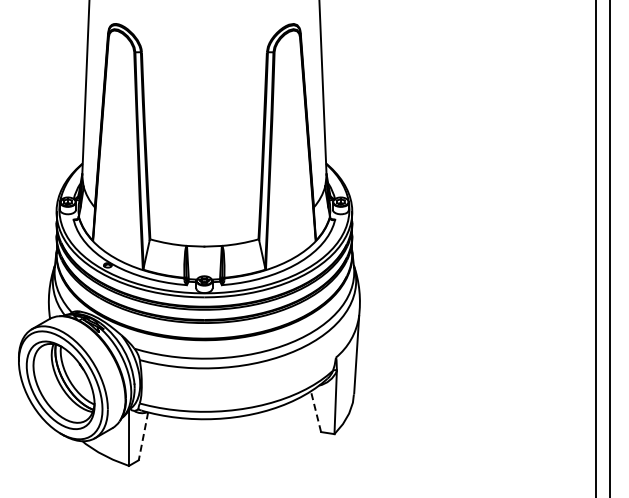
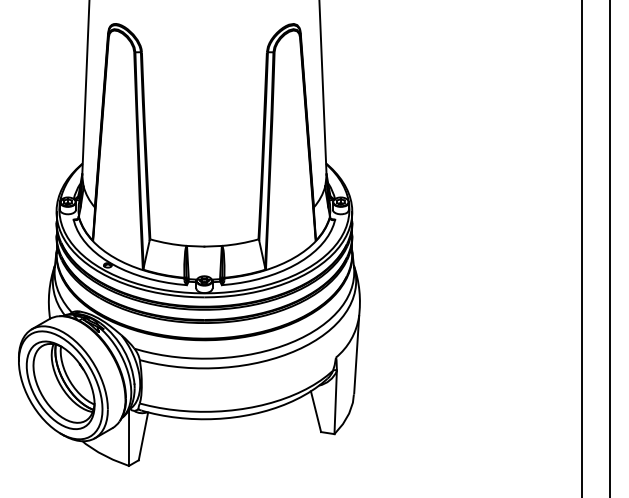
line at (595, 248) position: (595, 248) -> (581, 248)
line at (315, 411): dashed -> solid
line at (143, 436): dashed -> solid
